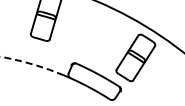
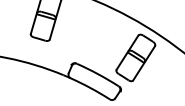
arc at (31, 64): dashed -> solid
